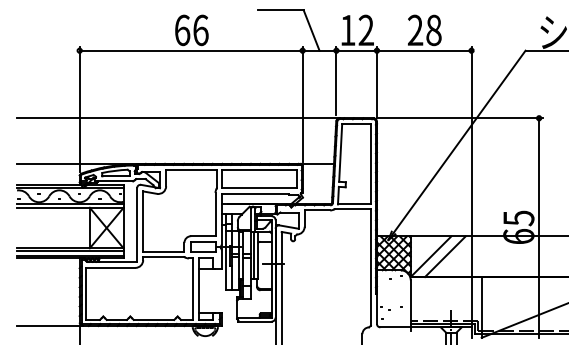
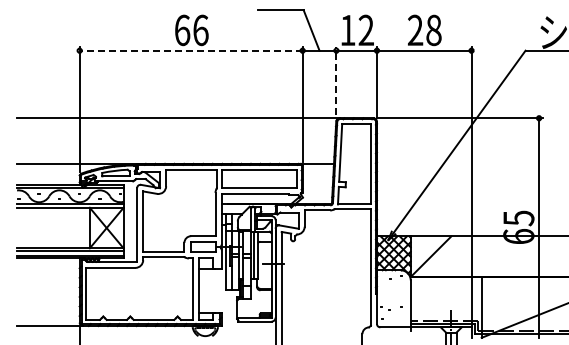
line at (190, 50): solid -> dashed
line at (336, 81): solid -> dashed
line at (445, 256): present -> none
